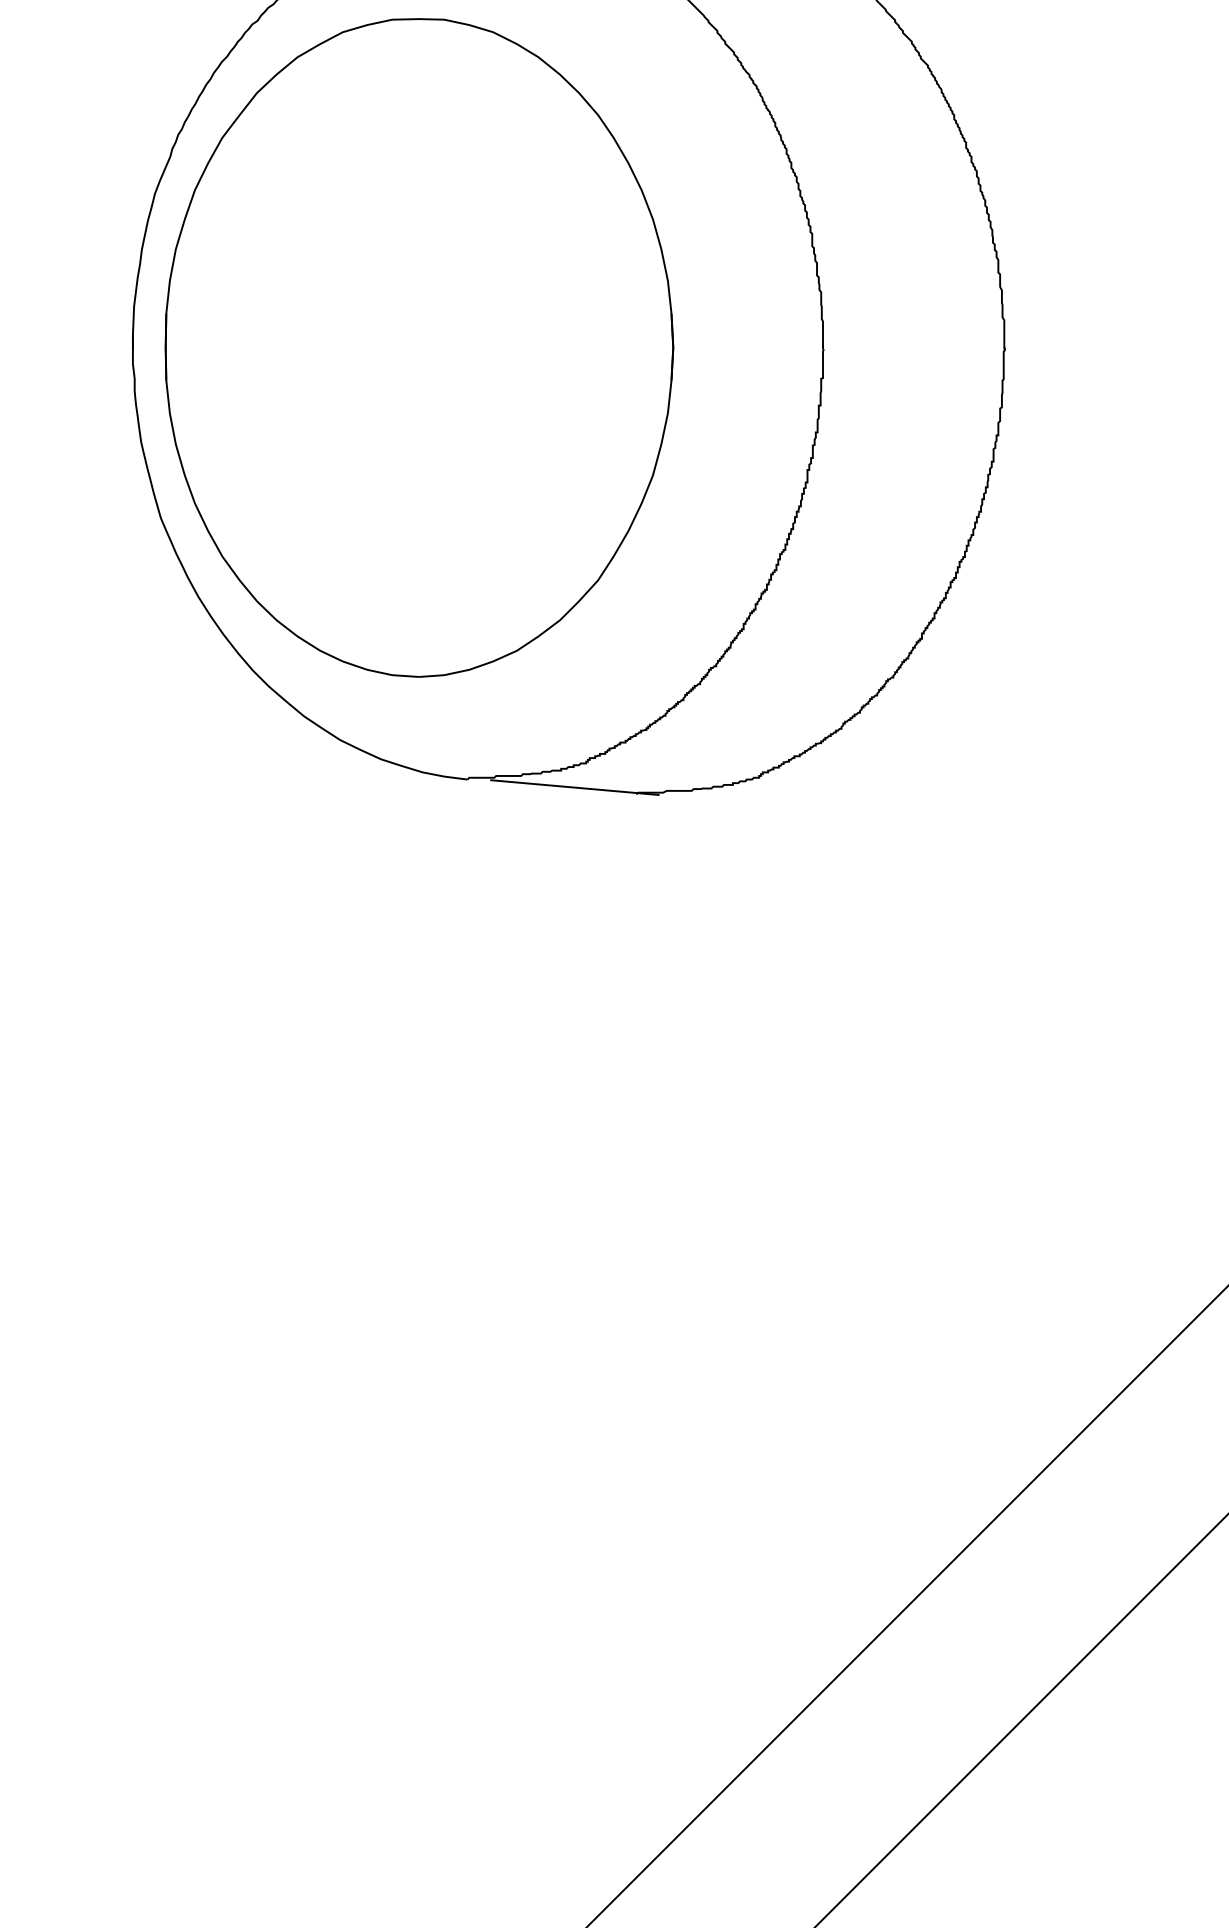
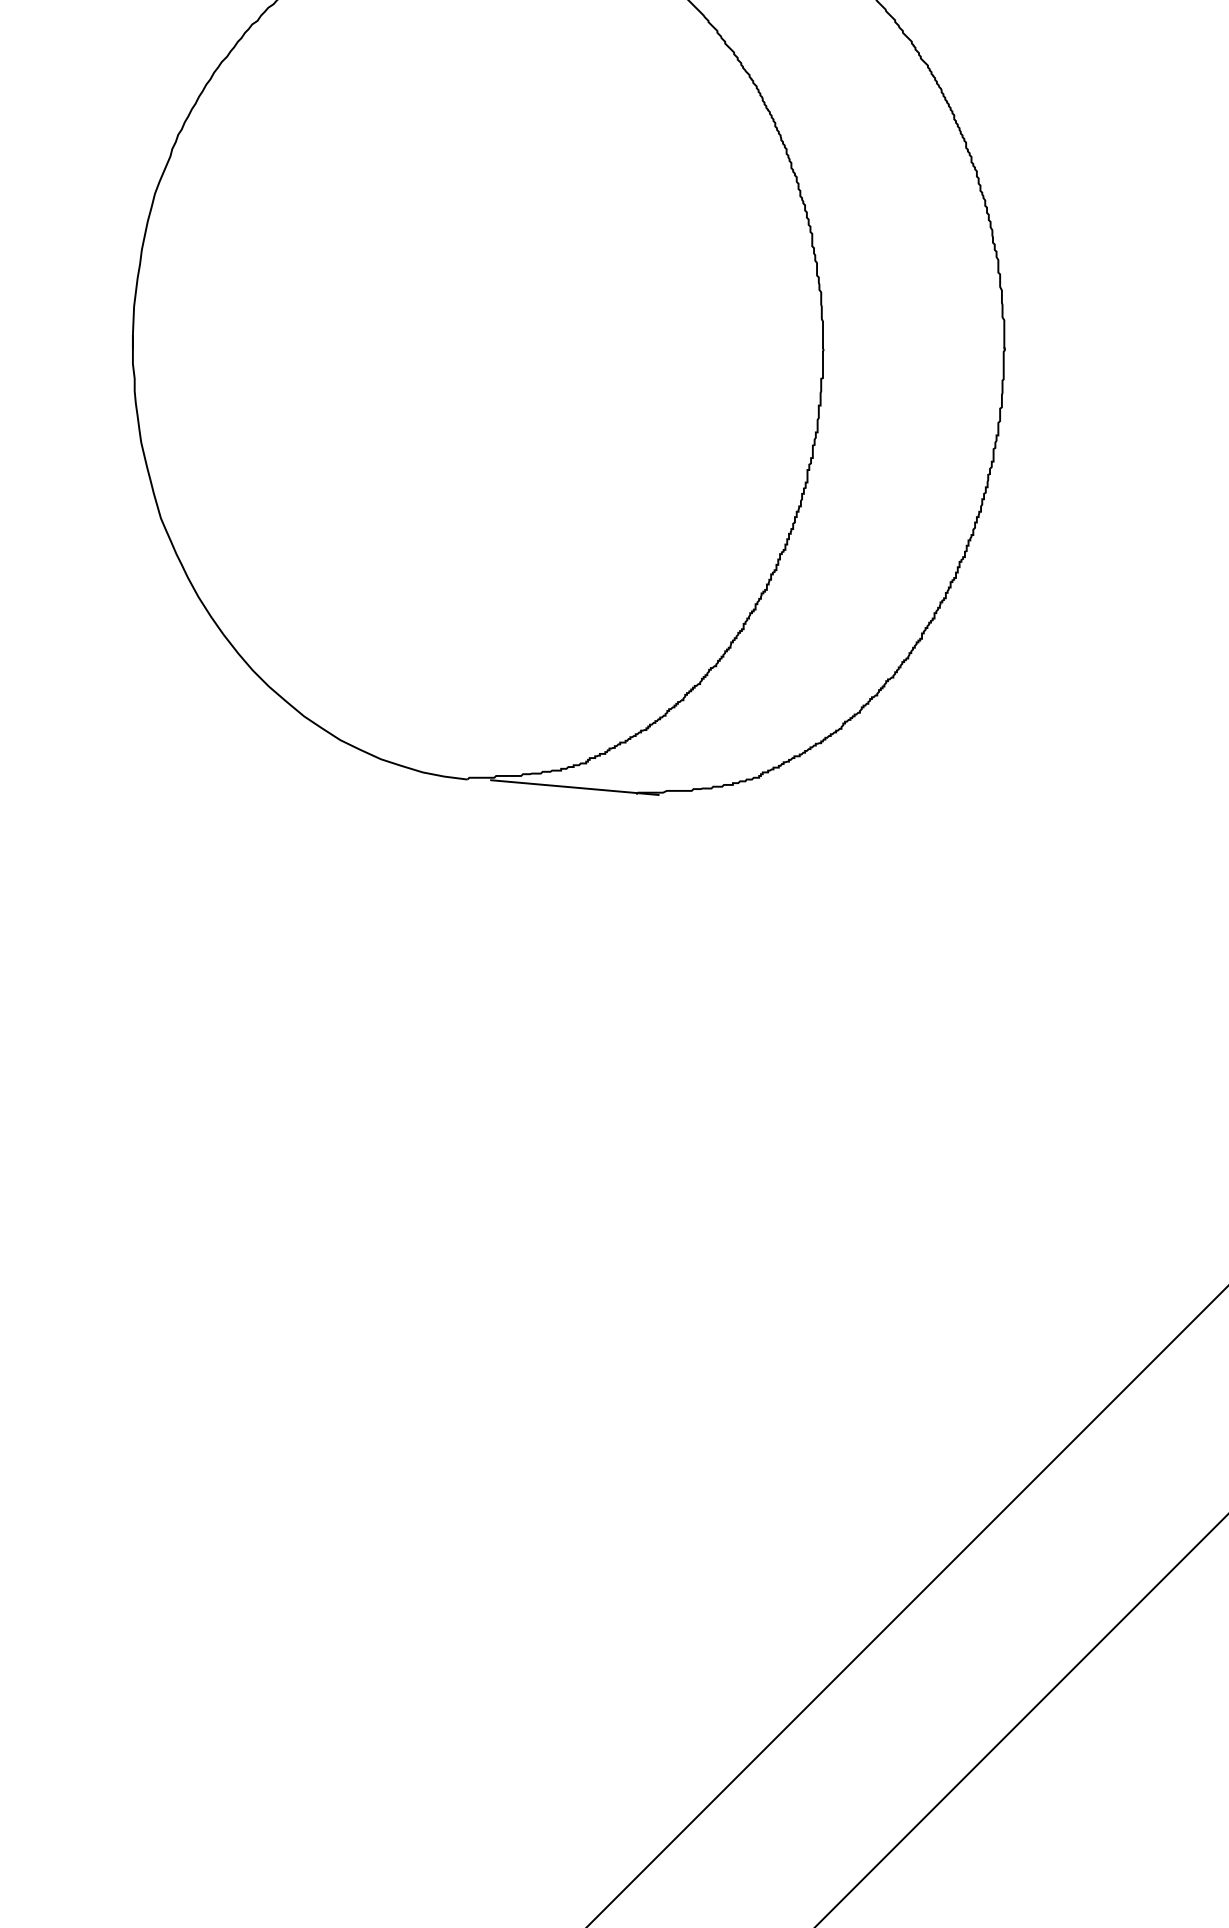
part at (419, 347): present -> none
